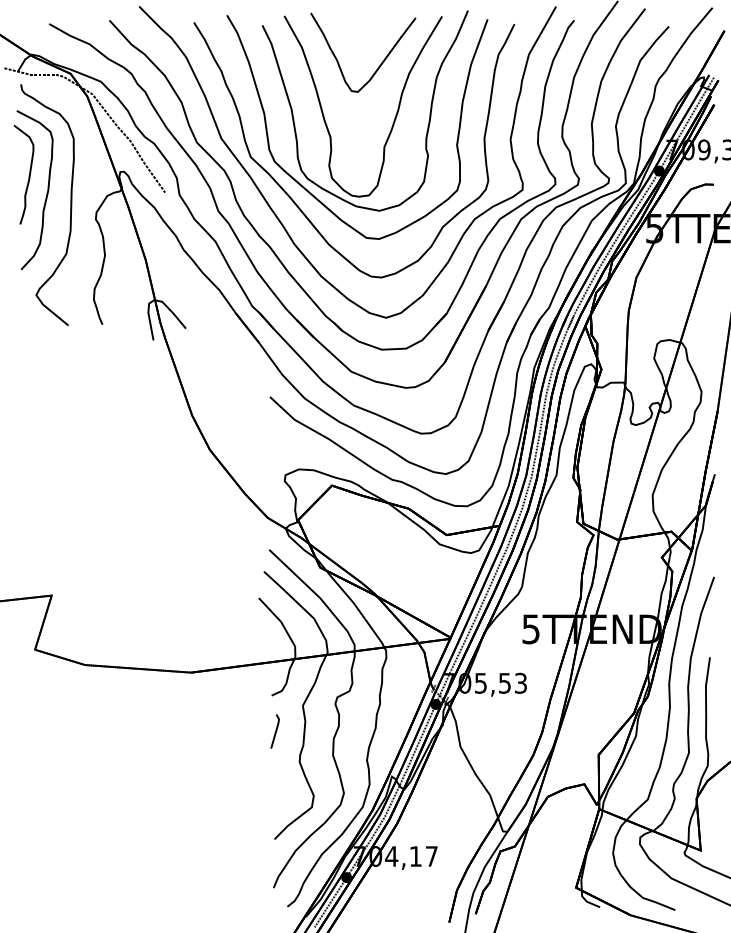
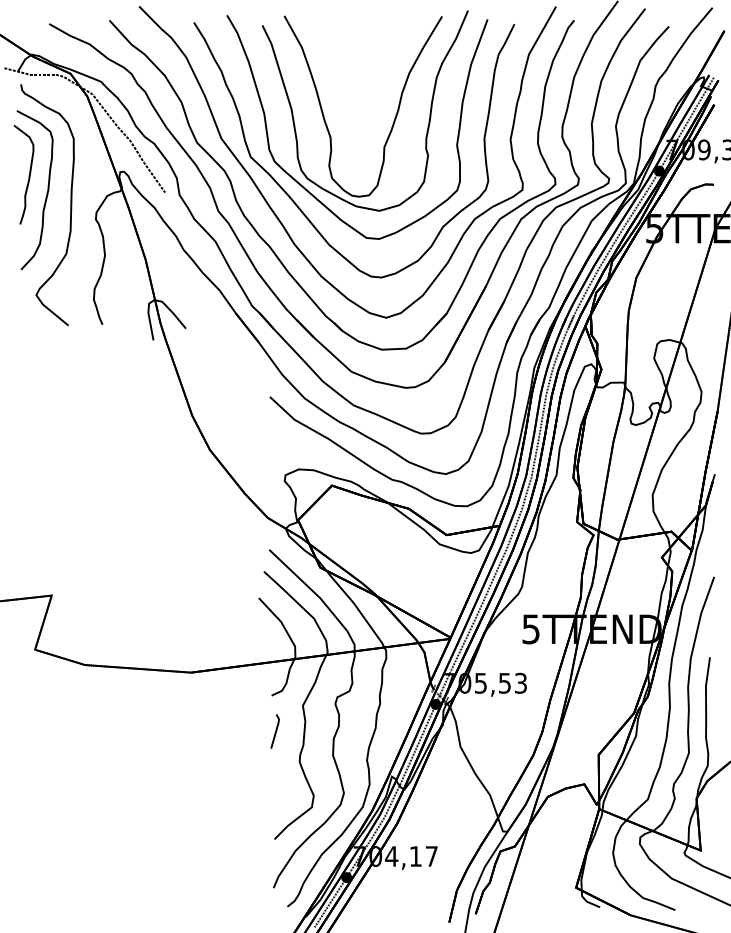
part at (380, 63): present -> none
